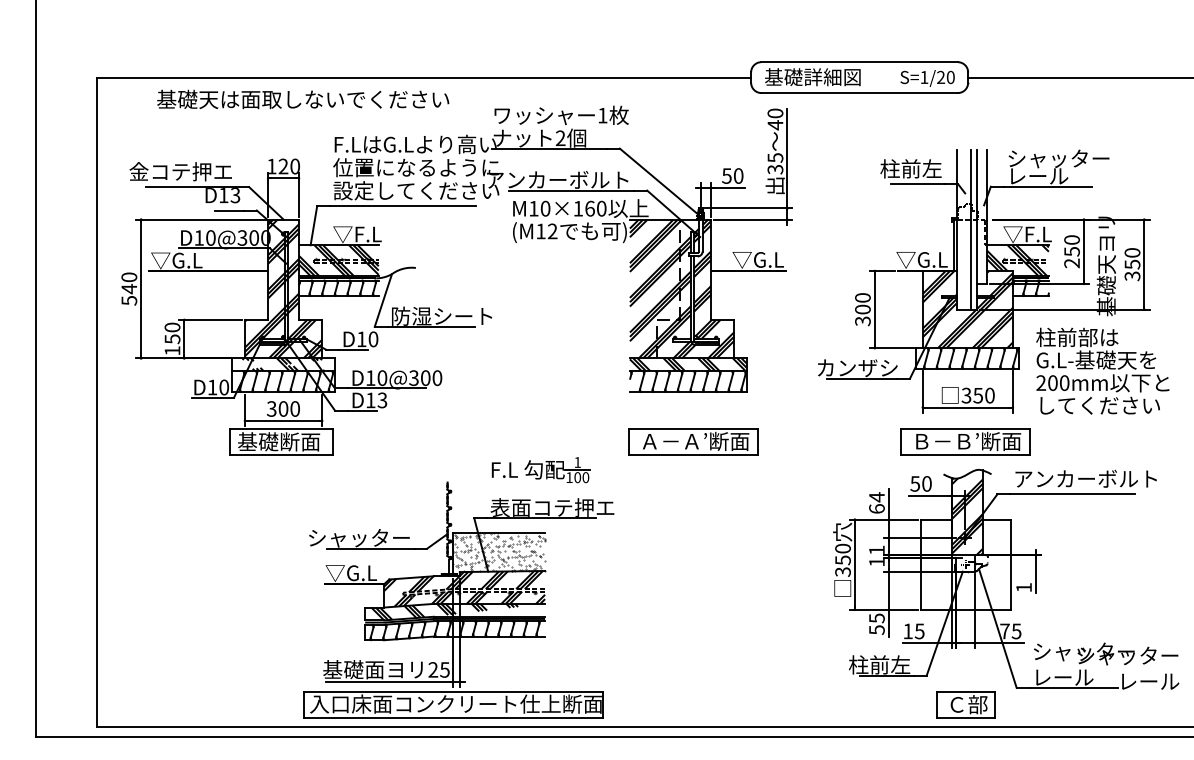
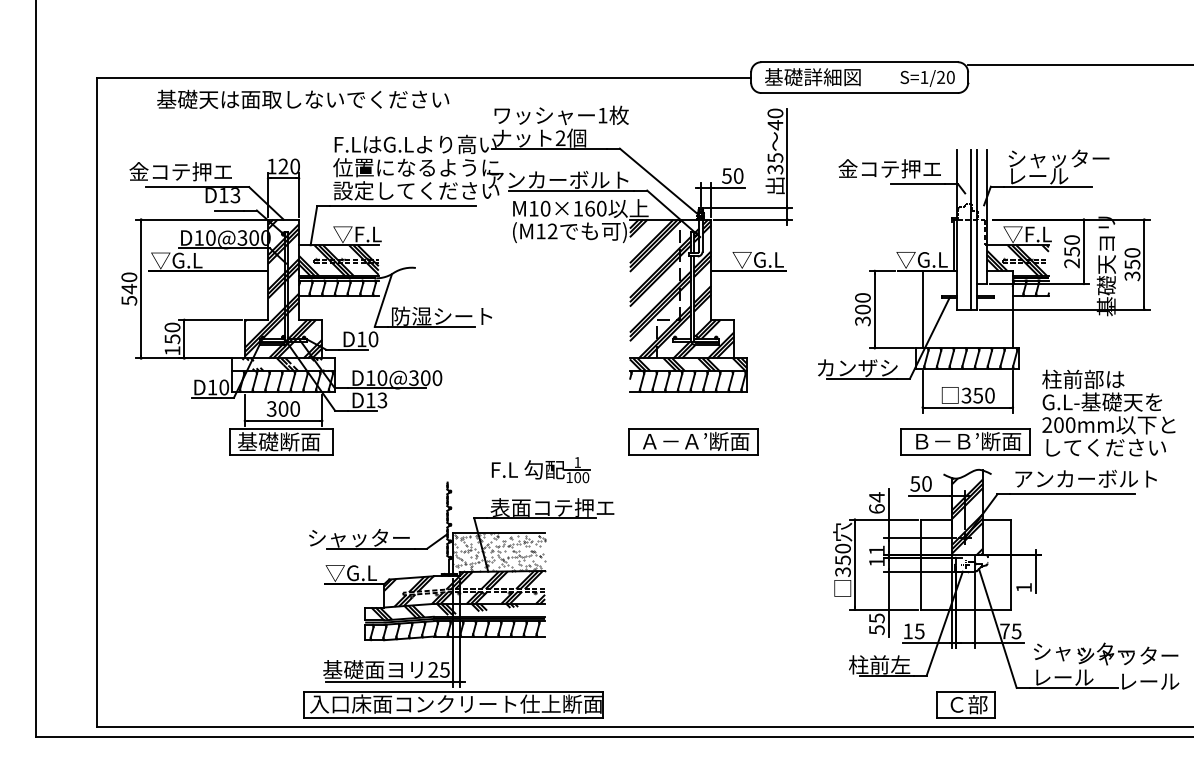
line at (1079, 77) position: (1079, 77) -> (1079, 64)
text at (889, 168): 柱前左 -> 金コテ押エ
hatch at (967, 309): present -> none
text at (1102, 370) position: (1102, 370) -> (1108, 412)
